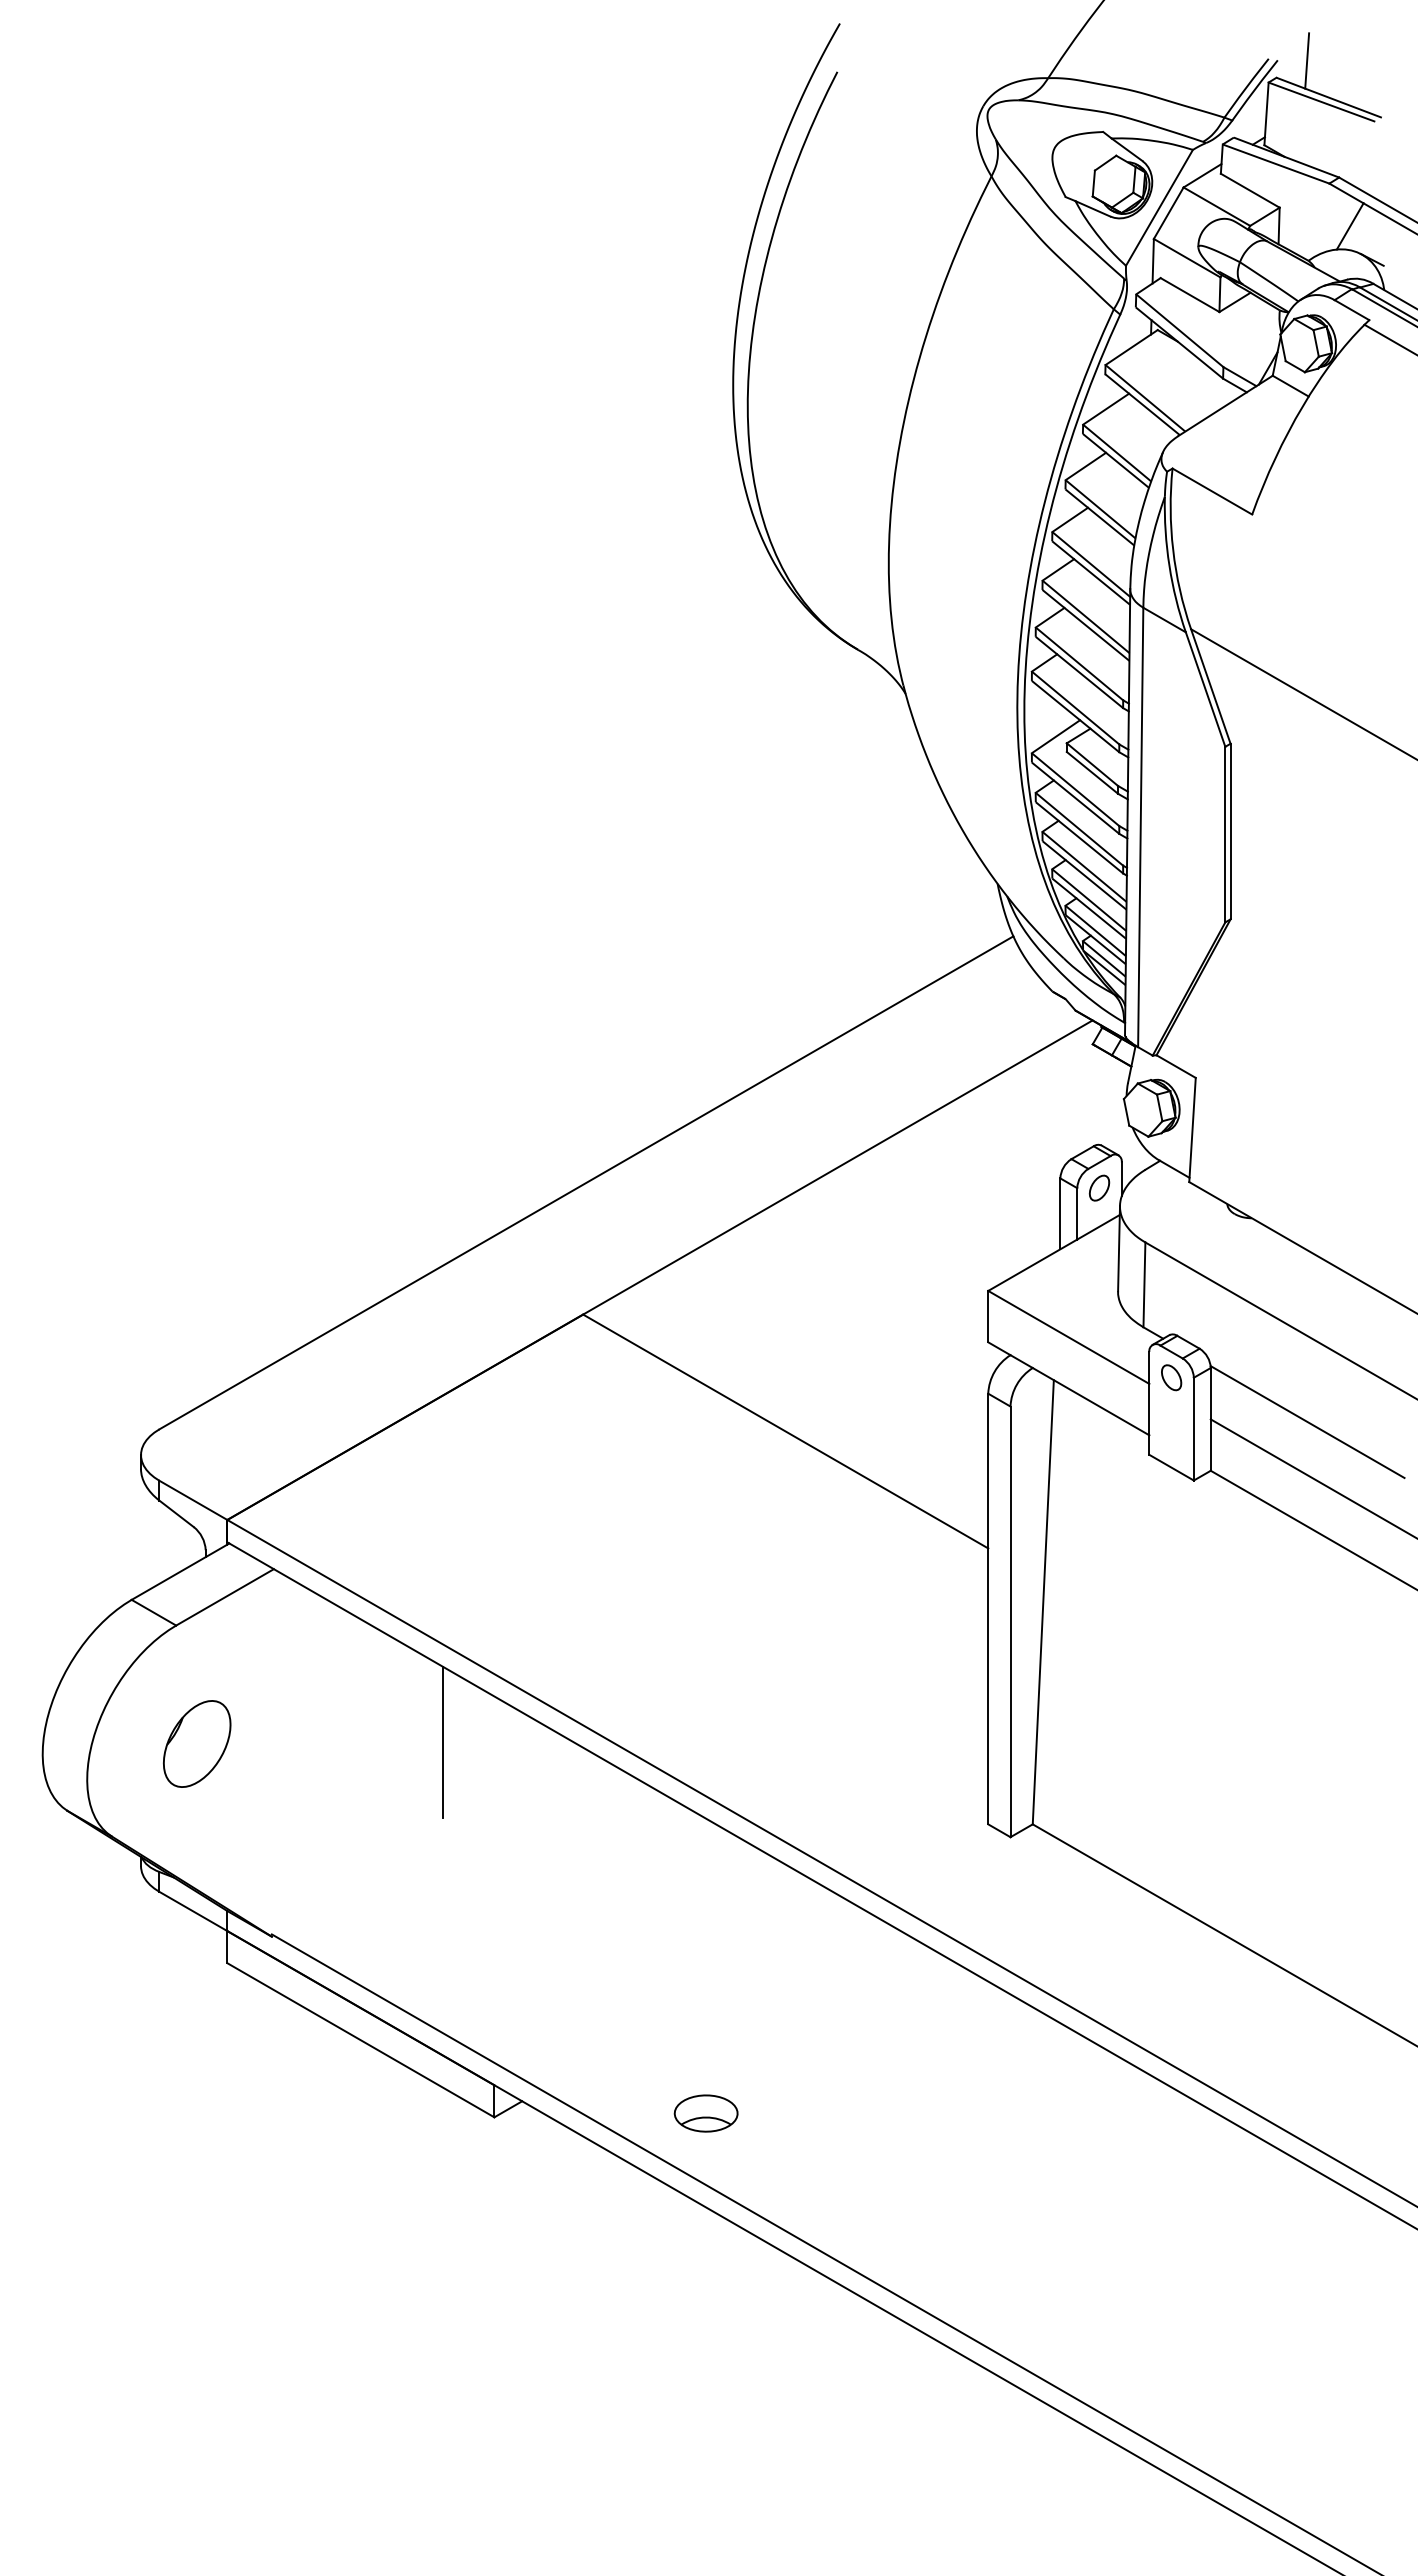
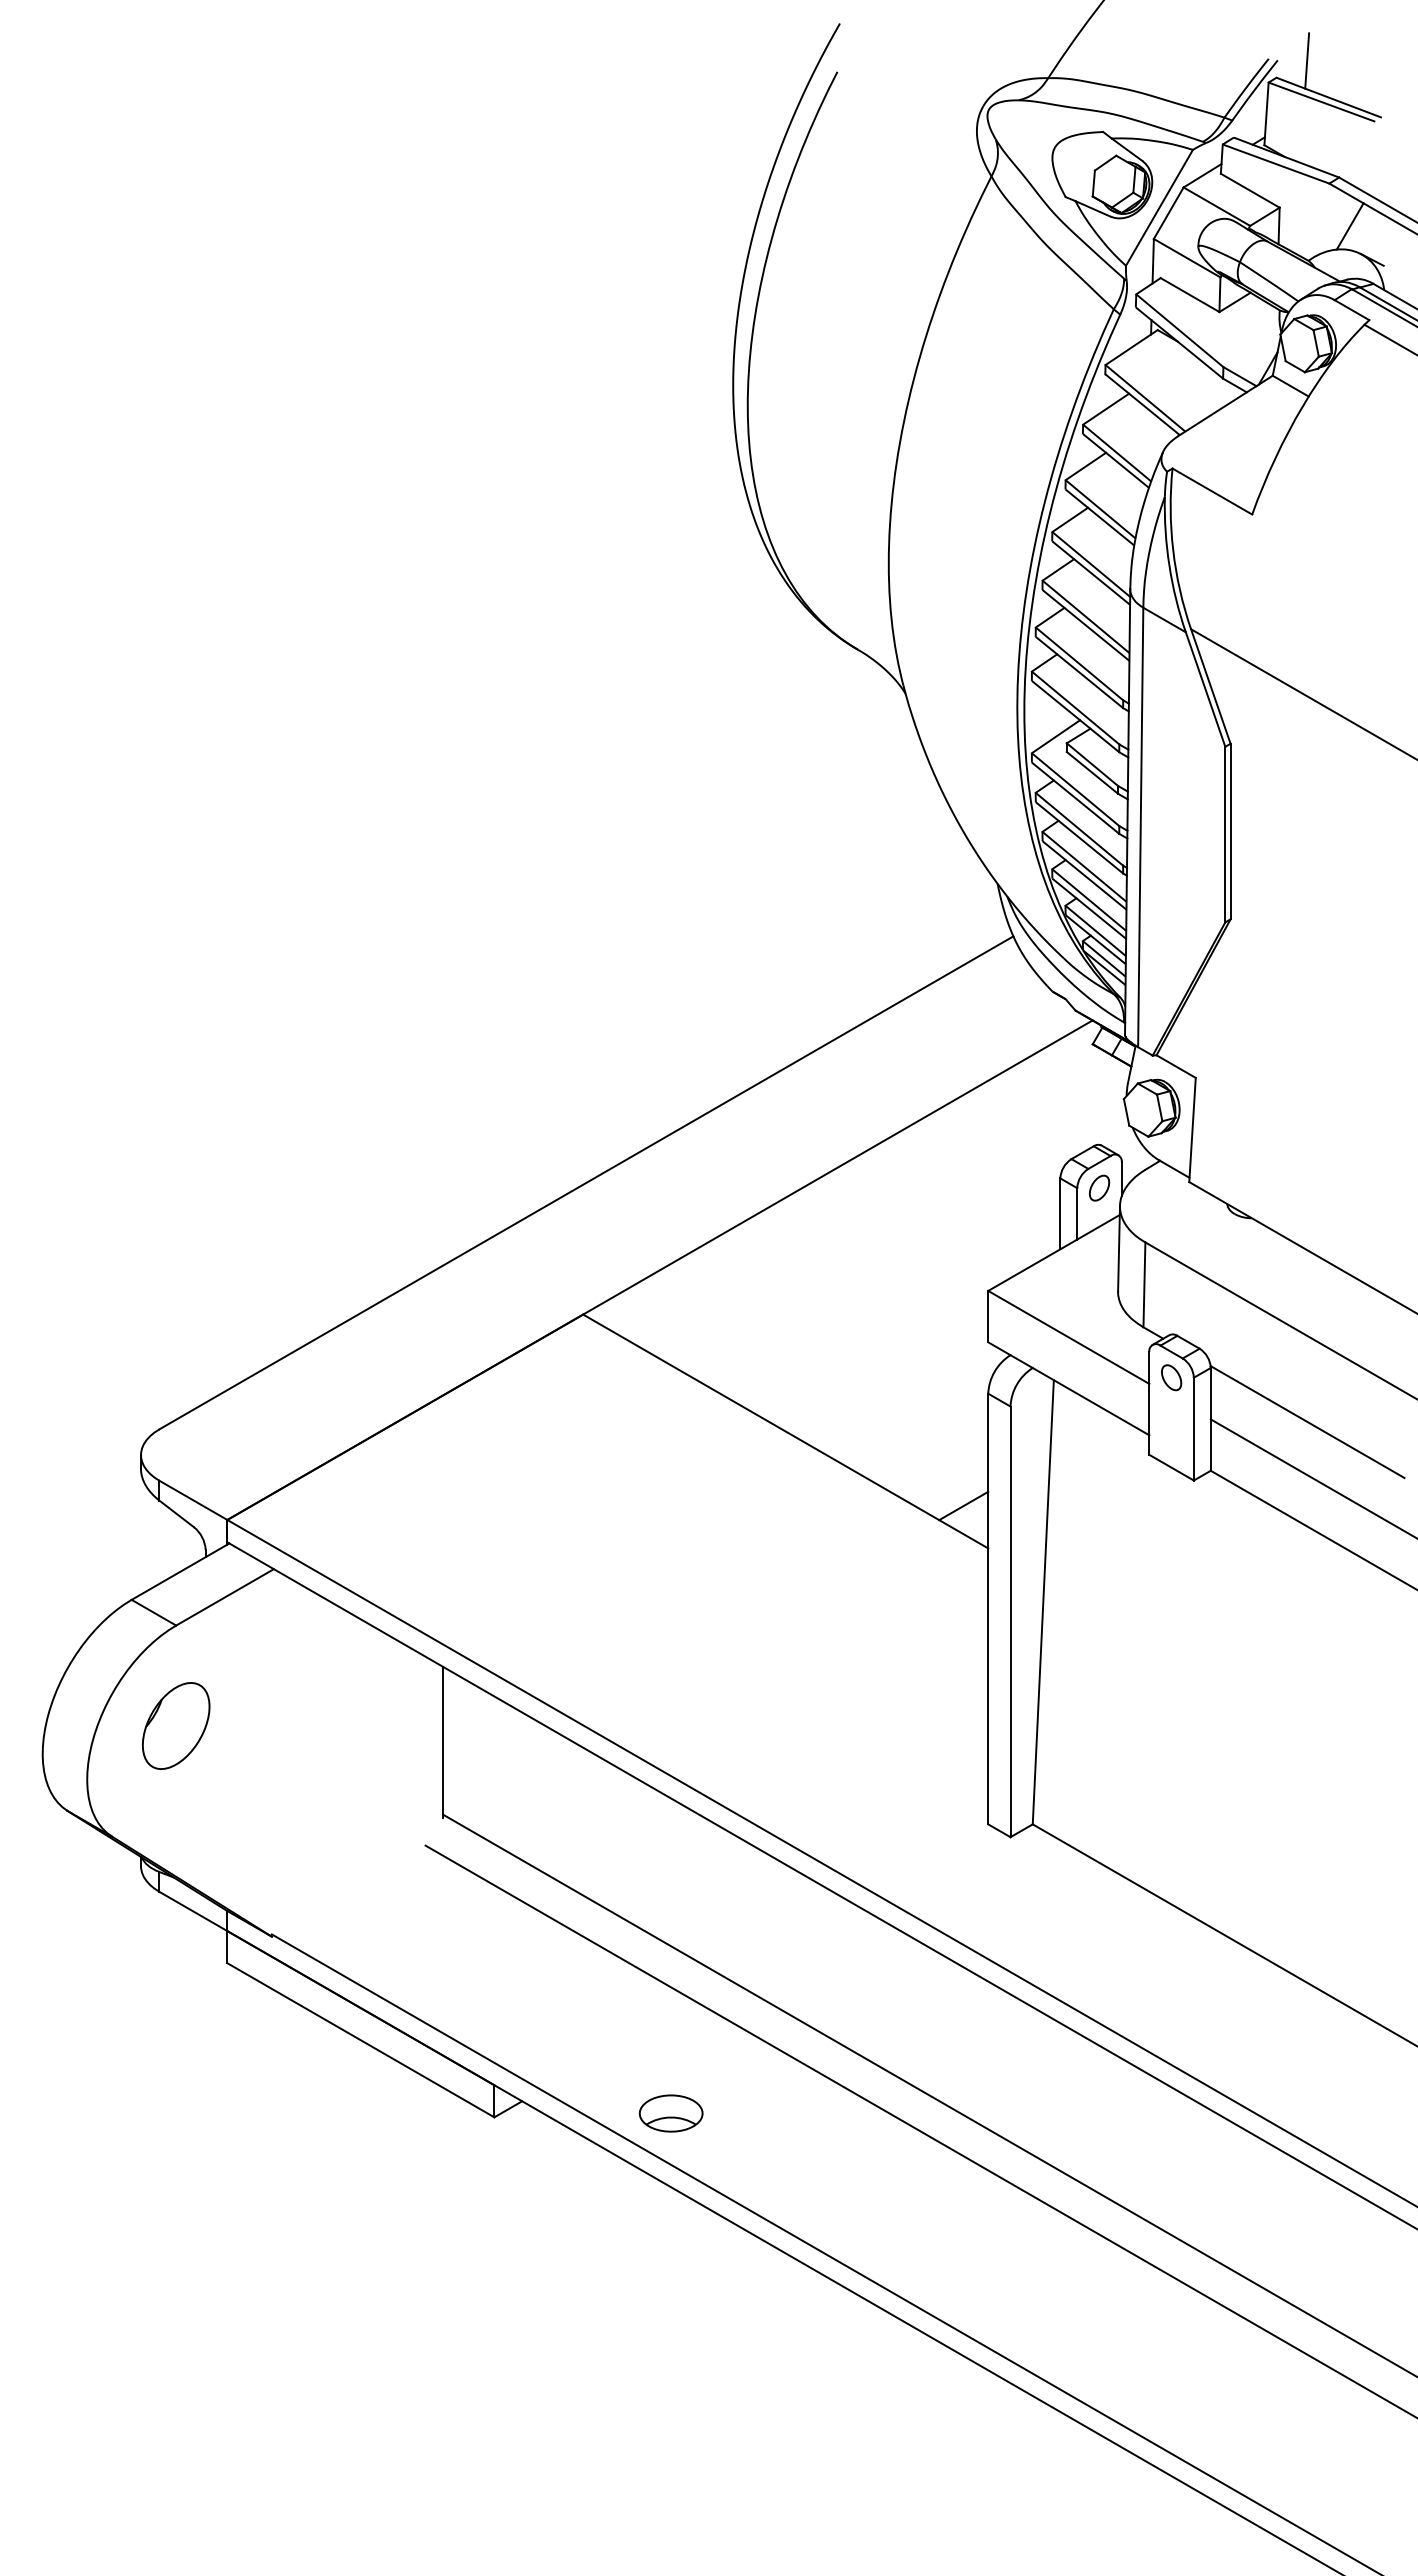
line at (963, 1505): none -> present
part at (197, 1743) position: (197, 1743) -> (176, 1725)
line at (928, 2094): none -> present
part at (705, 2113) position: (705, 2113) -> (670, 2113)
line at (919, 2130): none -> present
